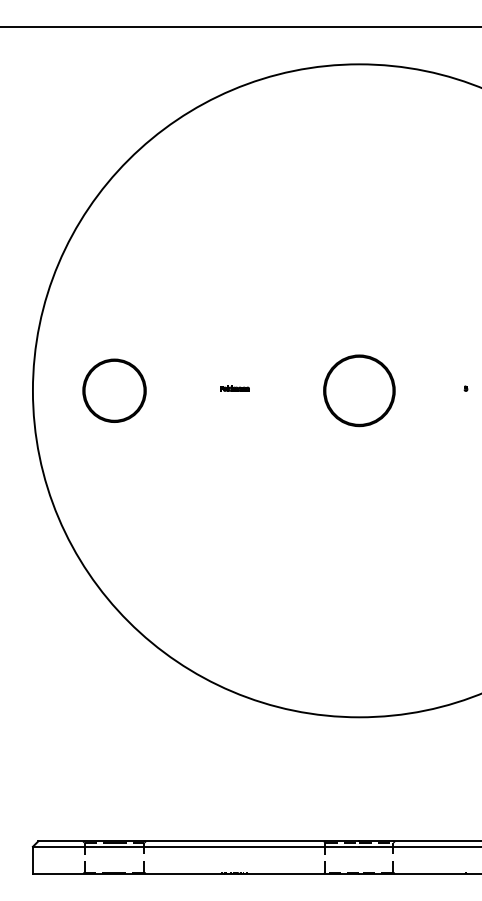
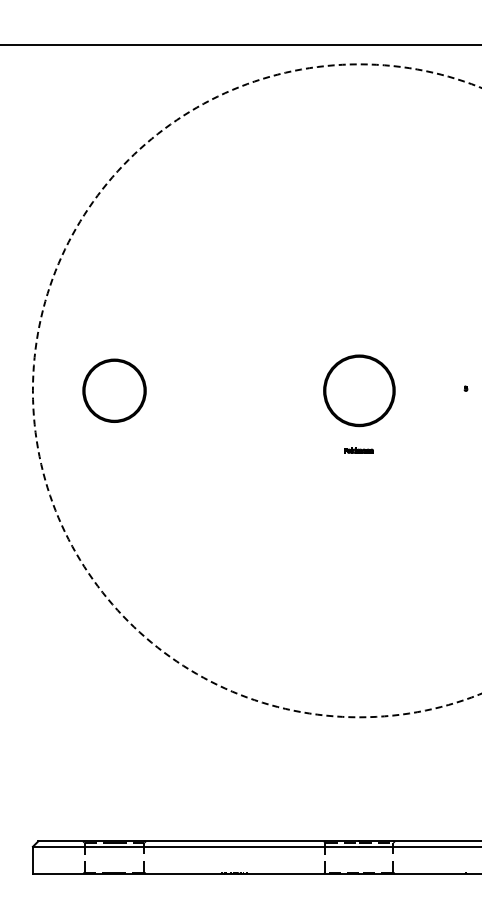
line at (240, 27) position: (240, 27) -> (240, 45)
part at (234, 388) position: (234, 388) -> (358, 450)
circle at (256, 390): solid -> dashed
